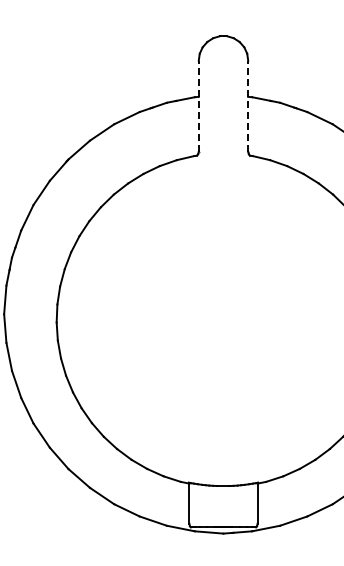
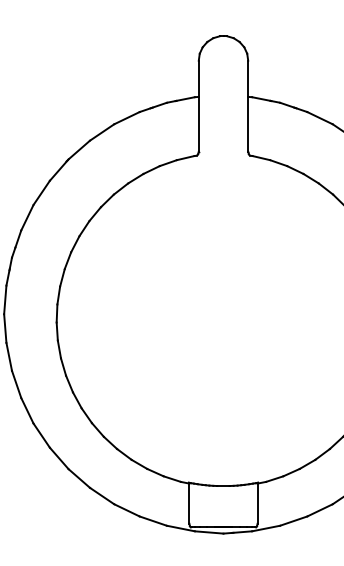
line at (198, 105): dashed -> solid
line at (248, 105): dashed -> solid
